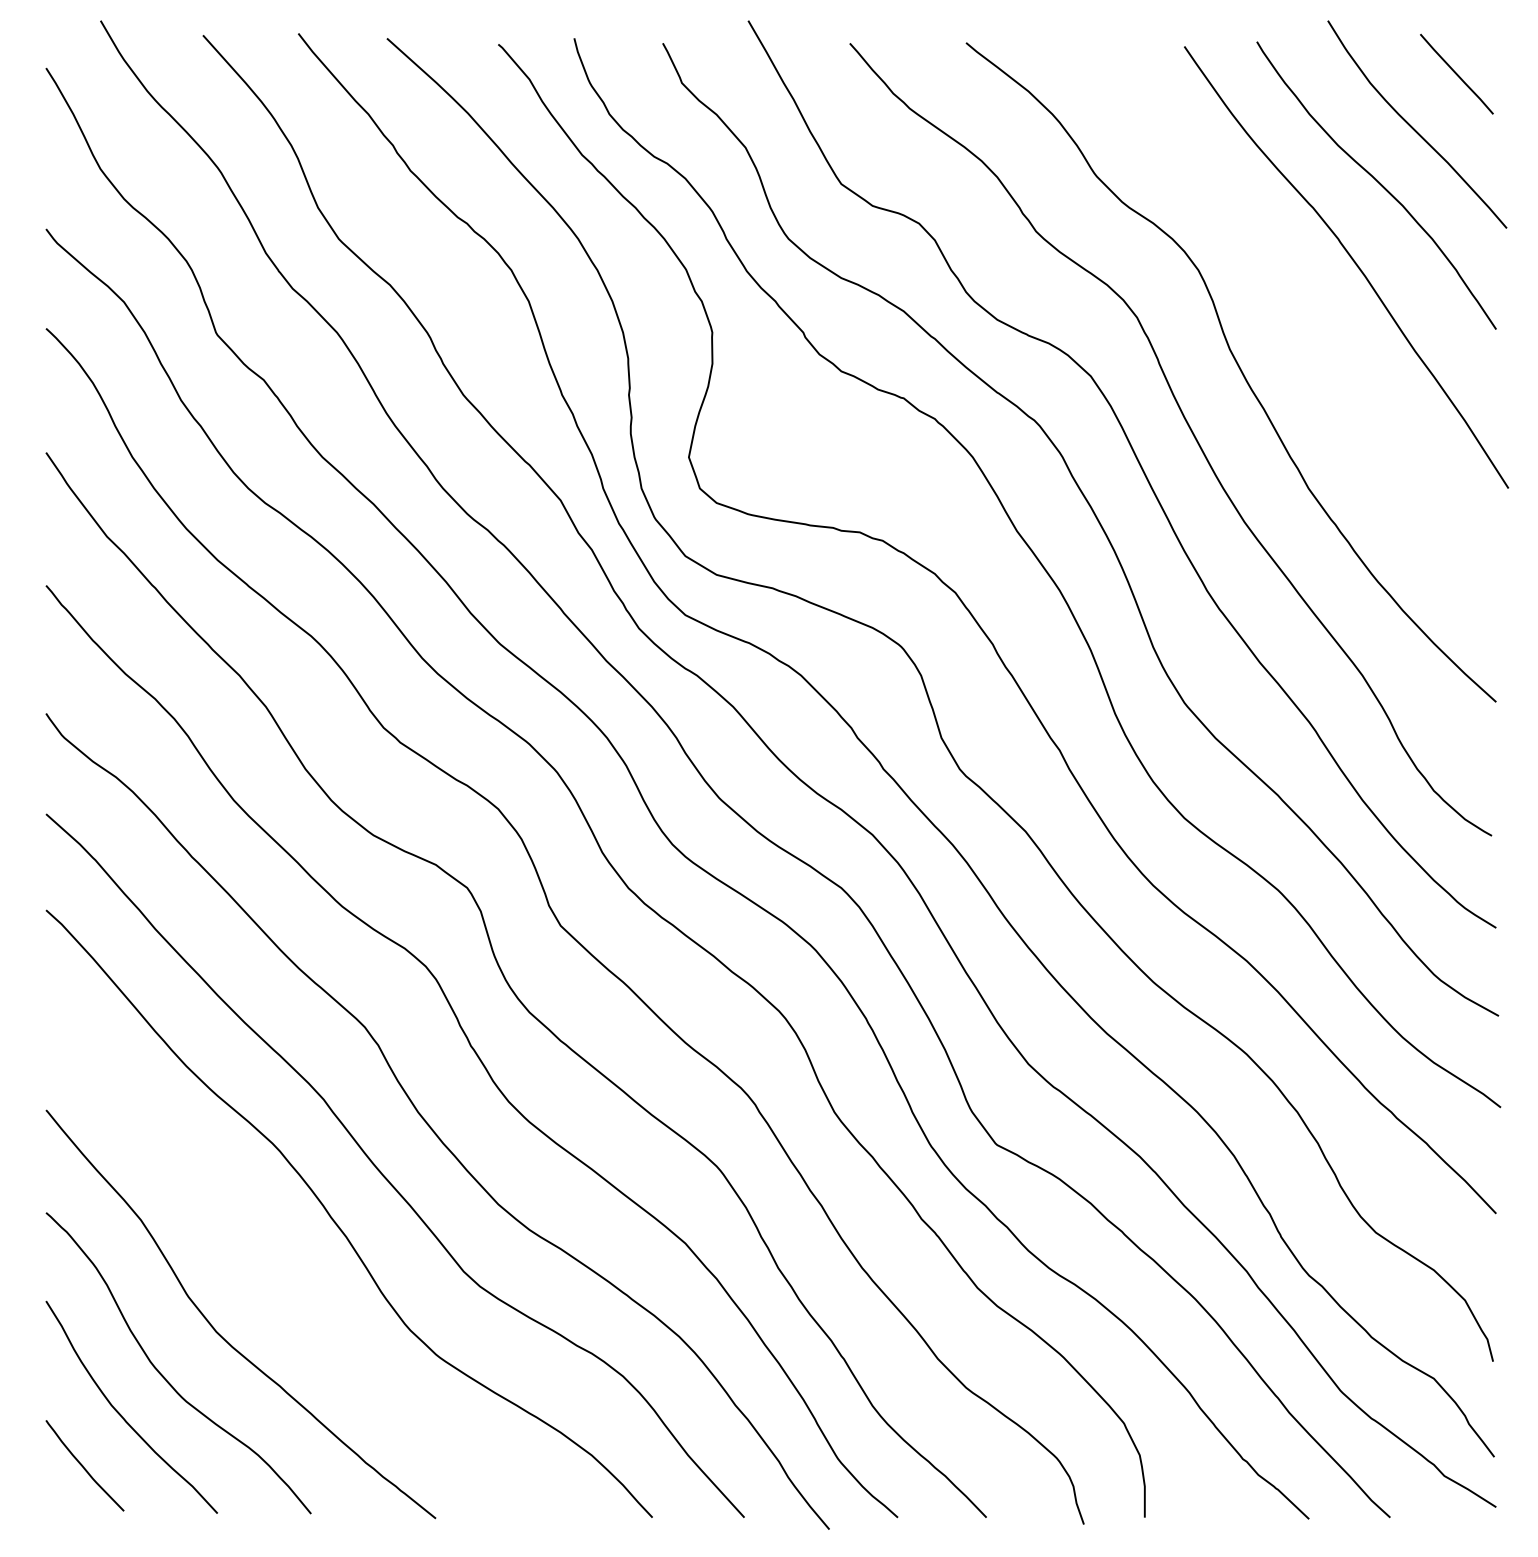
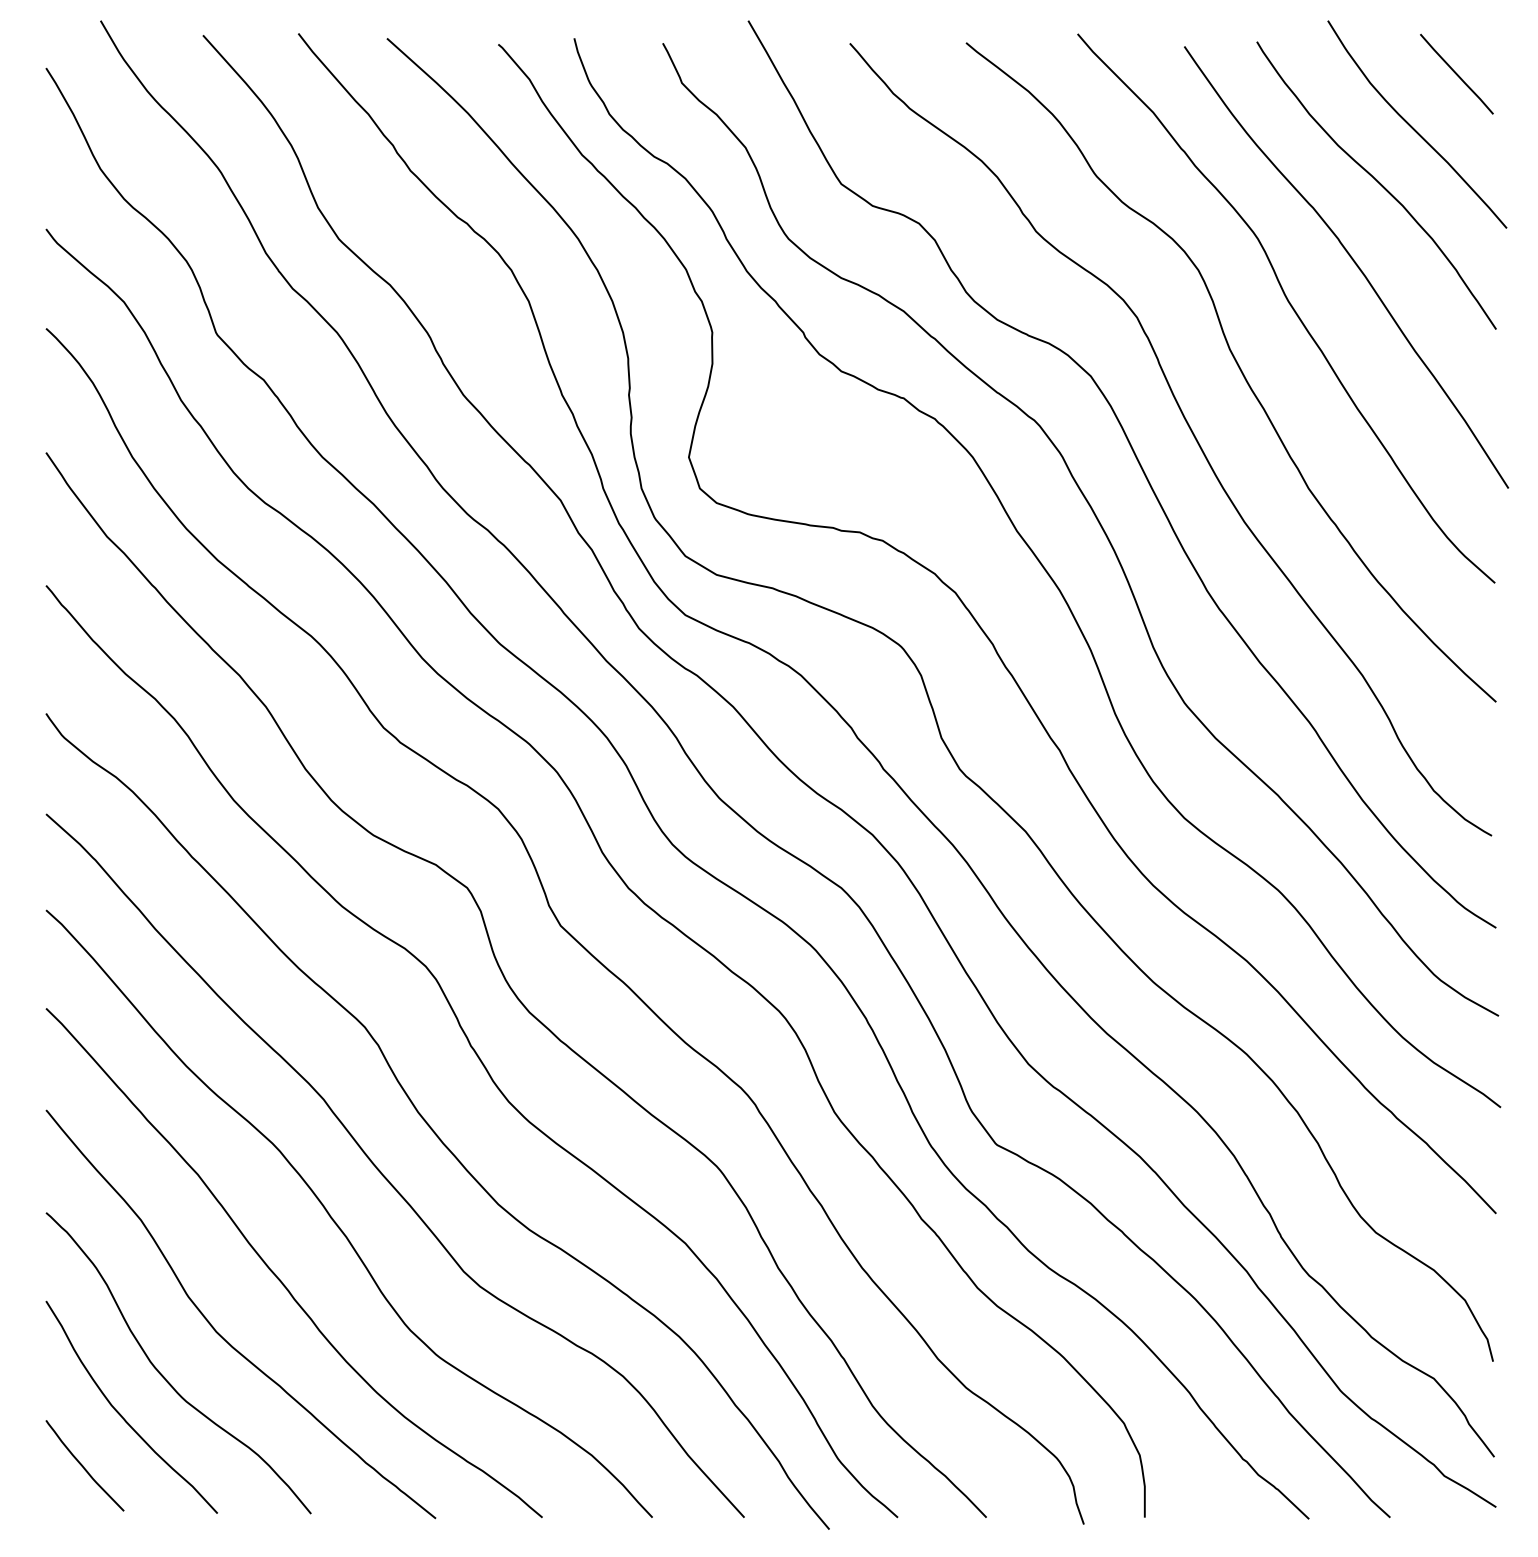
curve at (1290, 306): none -> present
curve at (278, 1277): none -> present
